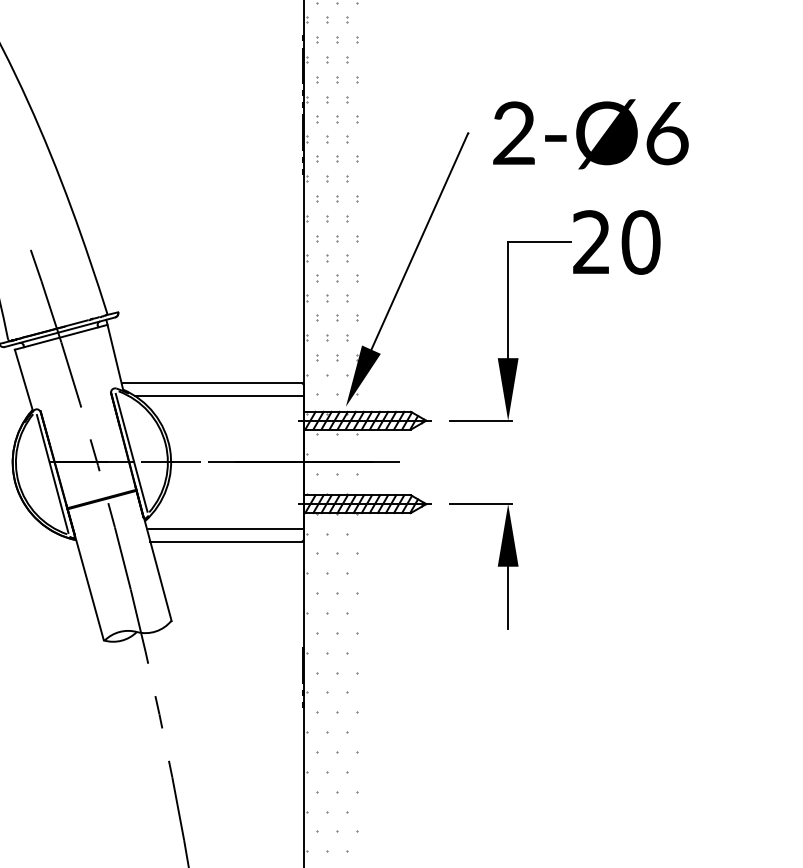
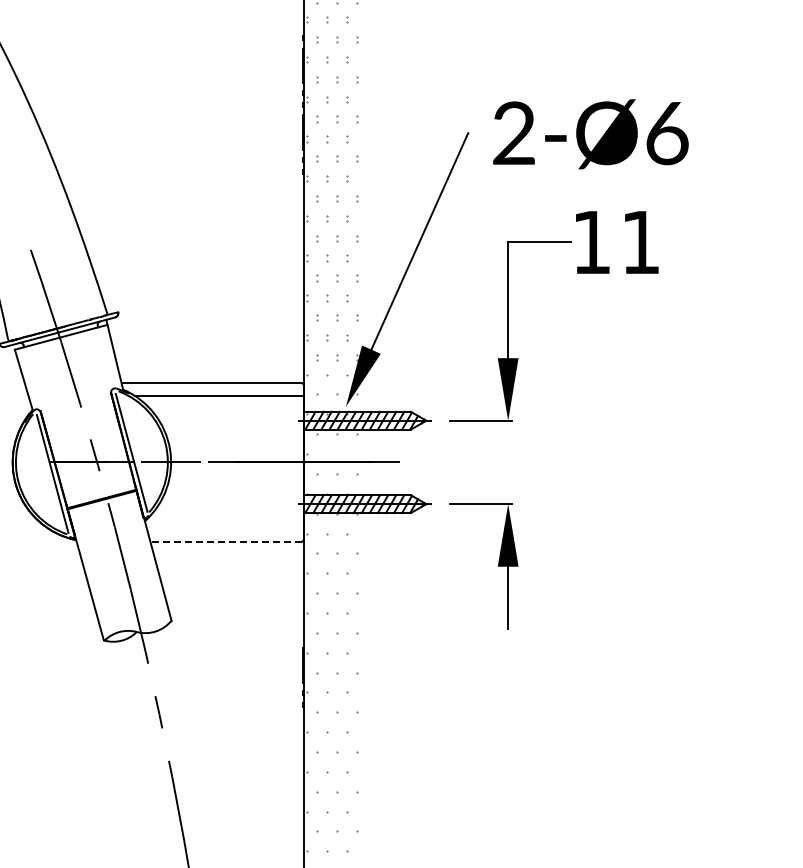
text at (616, 242): 20 -> 11
line at (225, 529): present -> none
line at (226, 541): solid -> dashed
